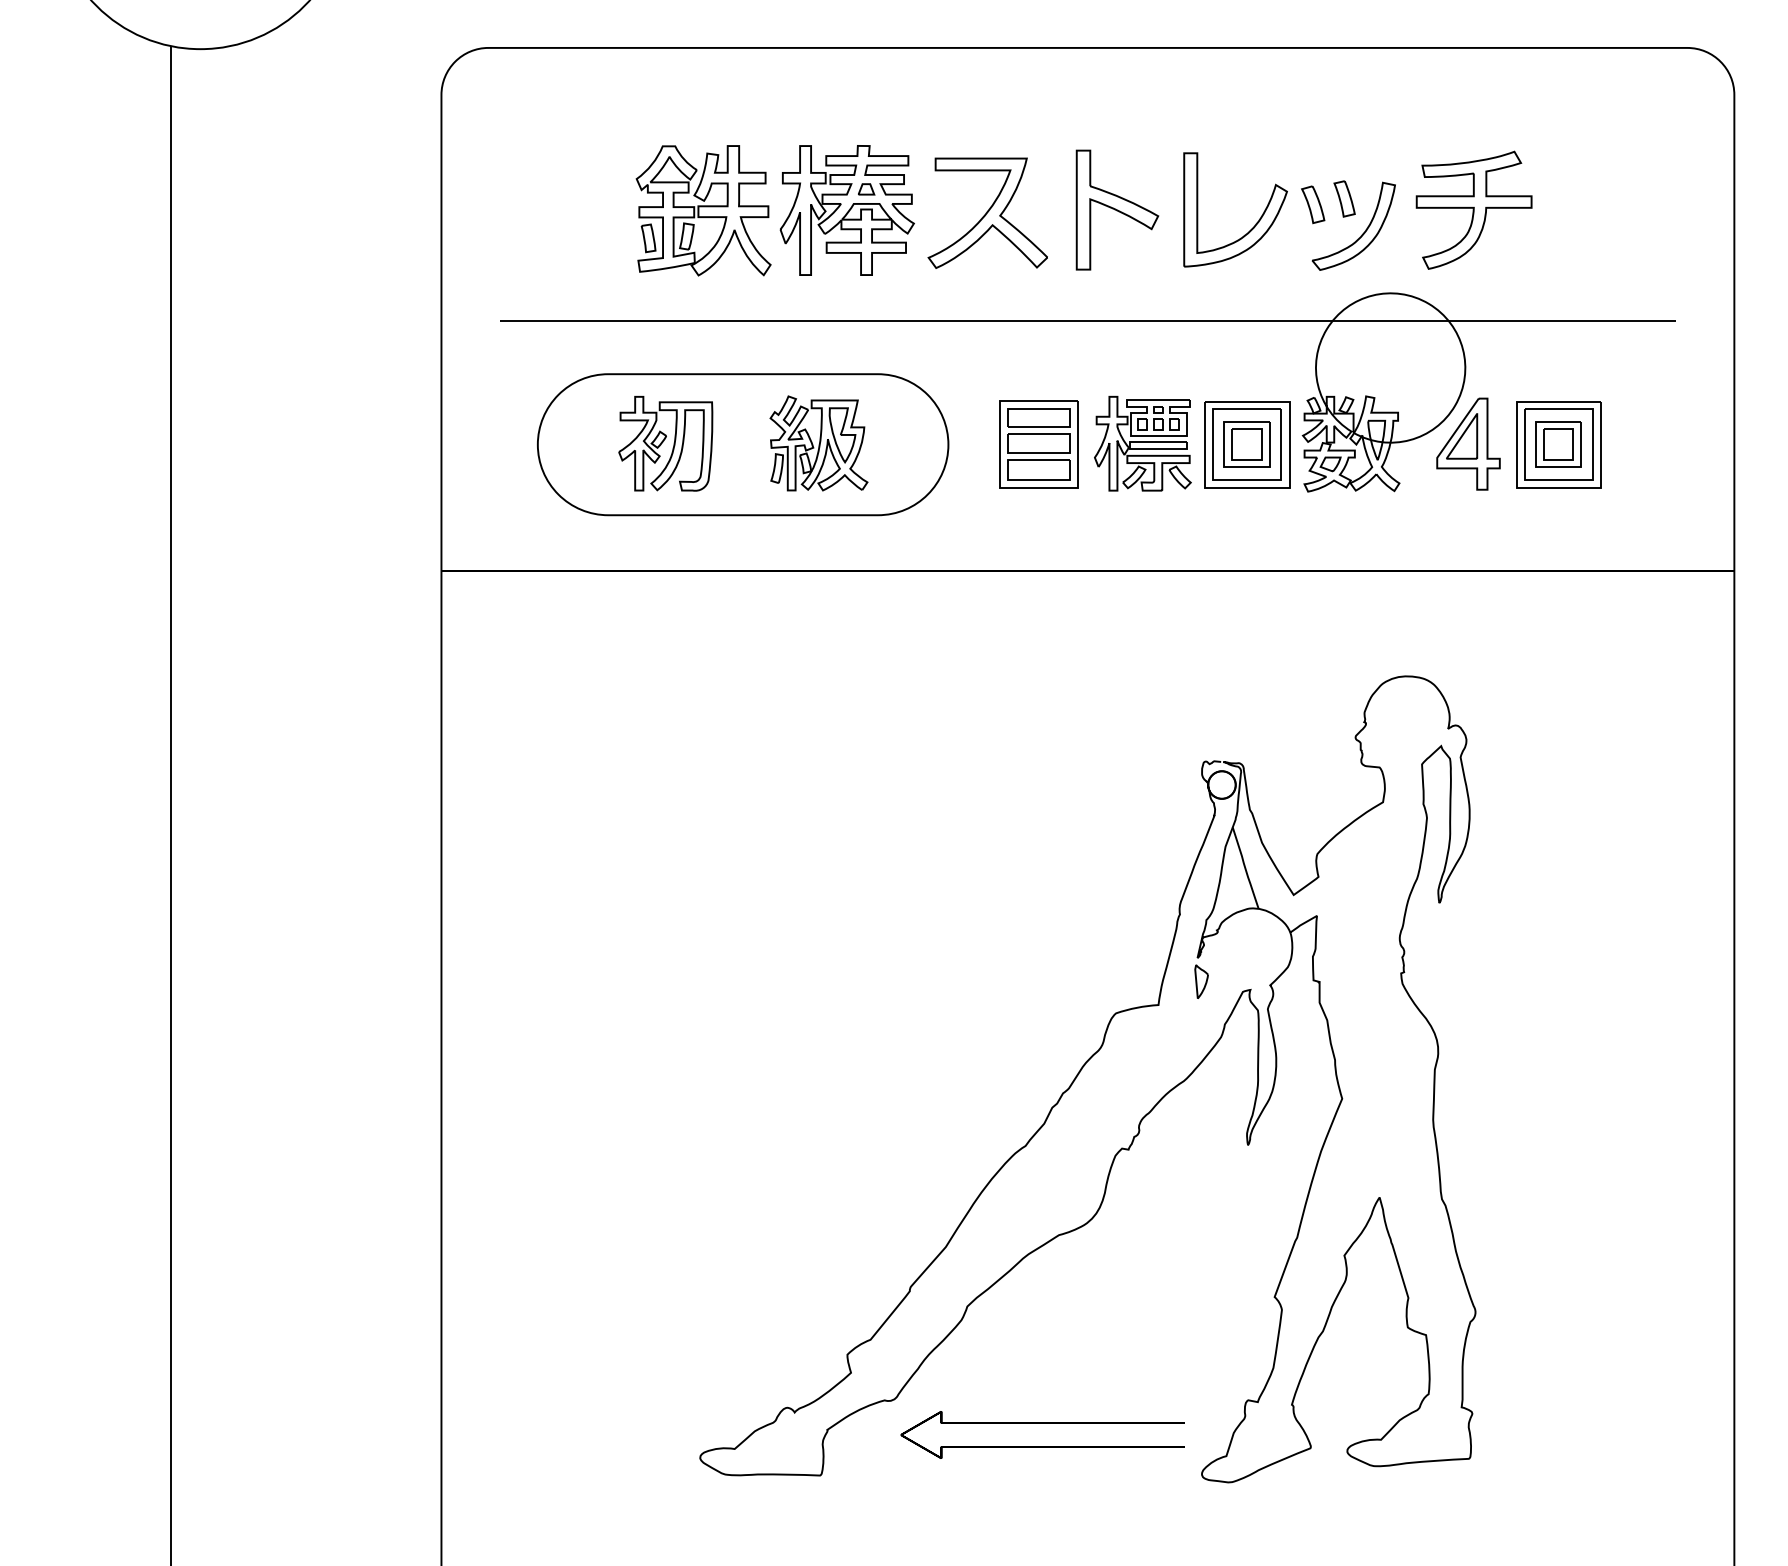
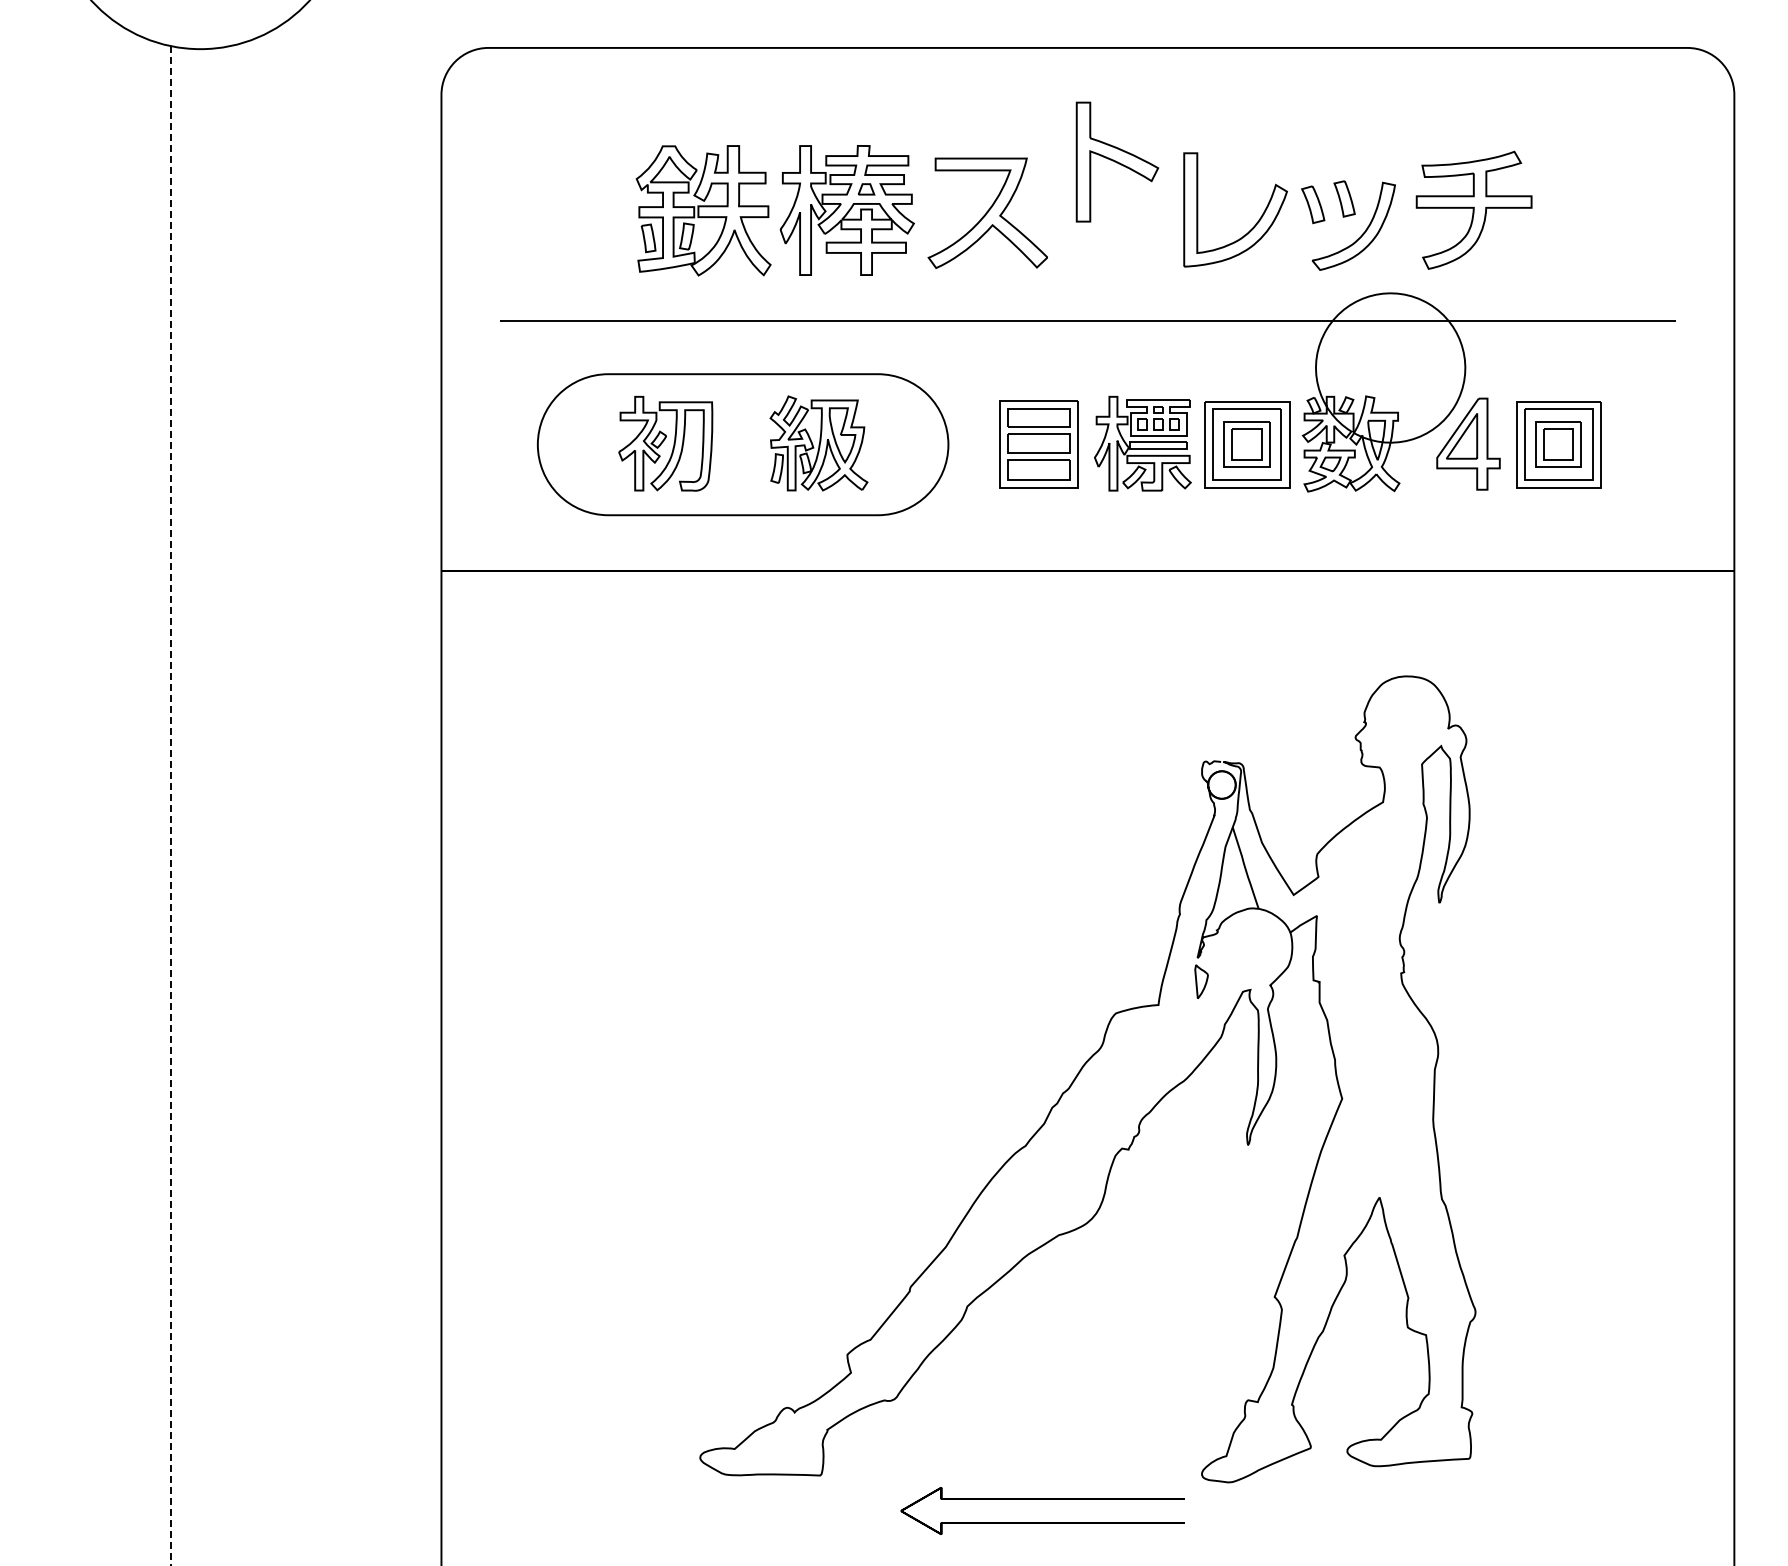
part at (1117, 209) position: (1117, 209) -> (1117, 161)
line at (171, 806): solid -> dashed
part at (1042, 1423) position: (1042, 1423) -> (1042, 1499)
